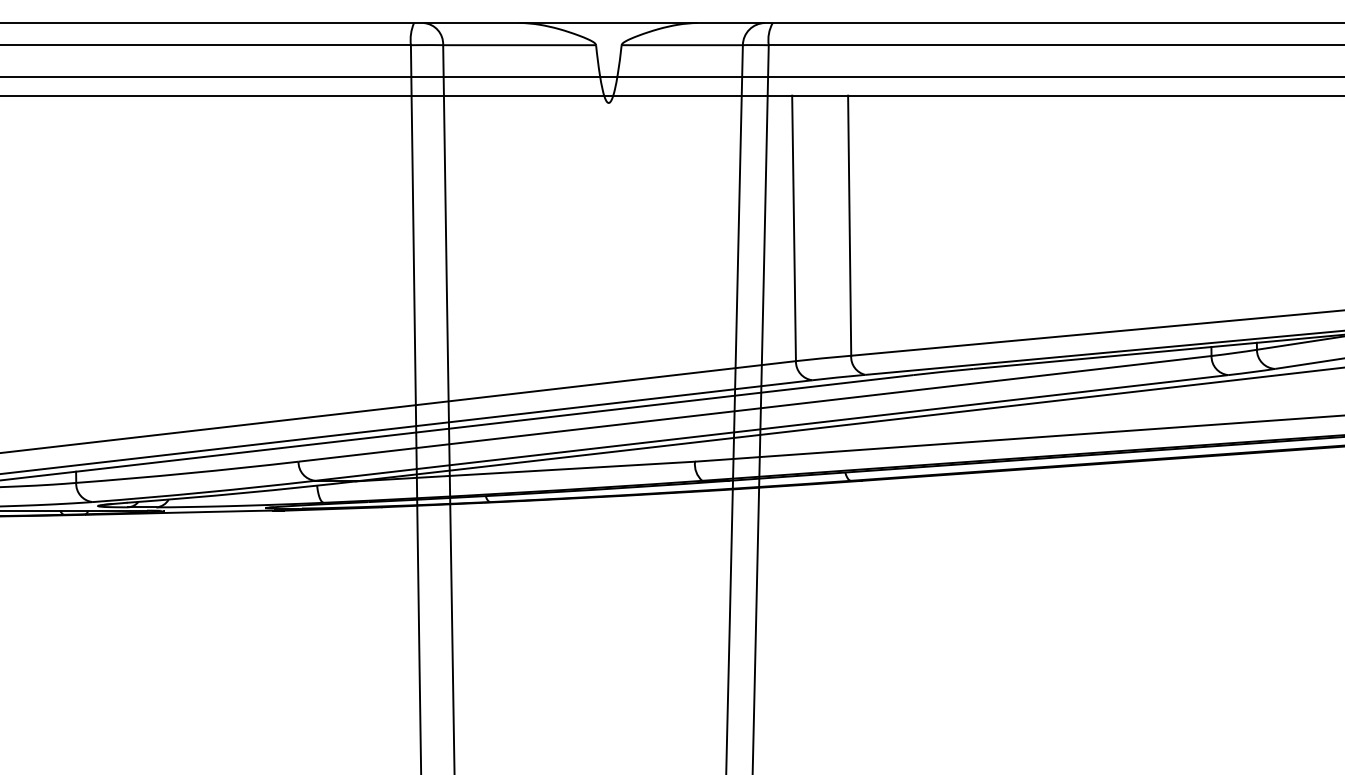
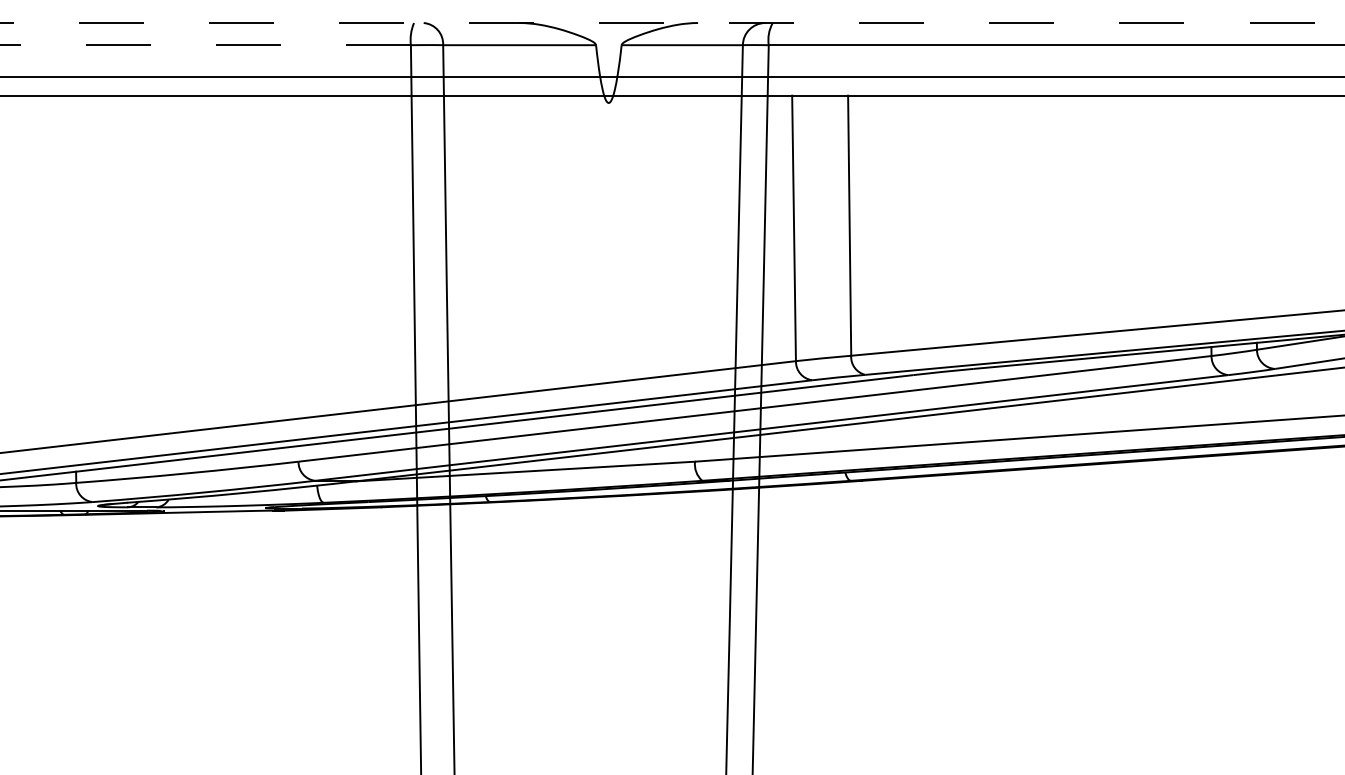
line at (672, 23): solid -> dashed
line at (205, 45): solid -> dashed
